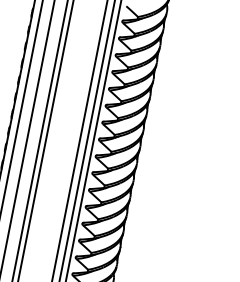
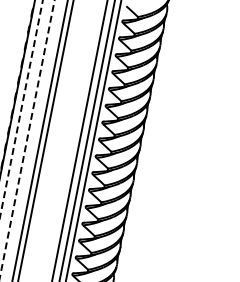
line at (21, 109): solid -> dashed
line at (27, 138): solid -> dashed
